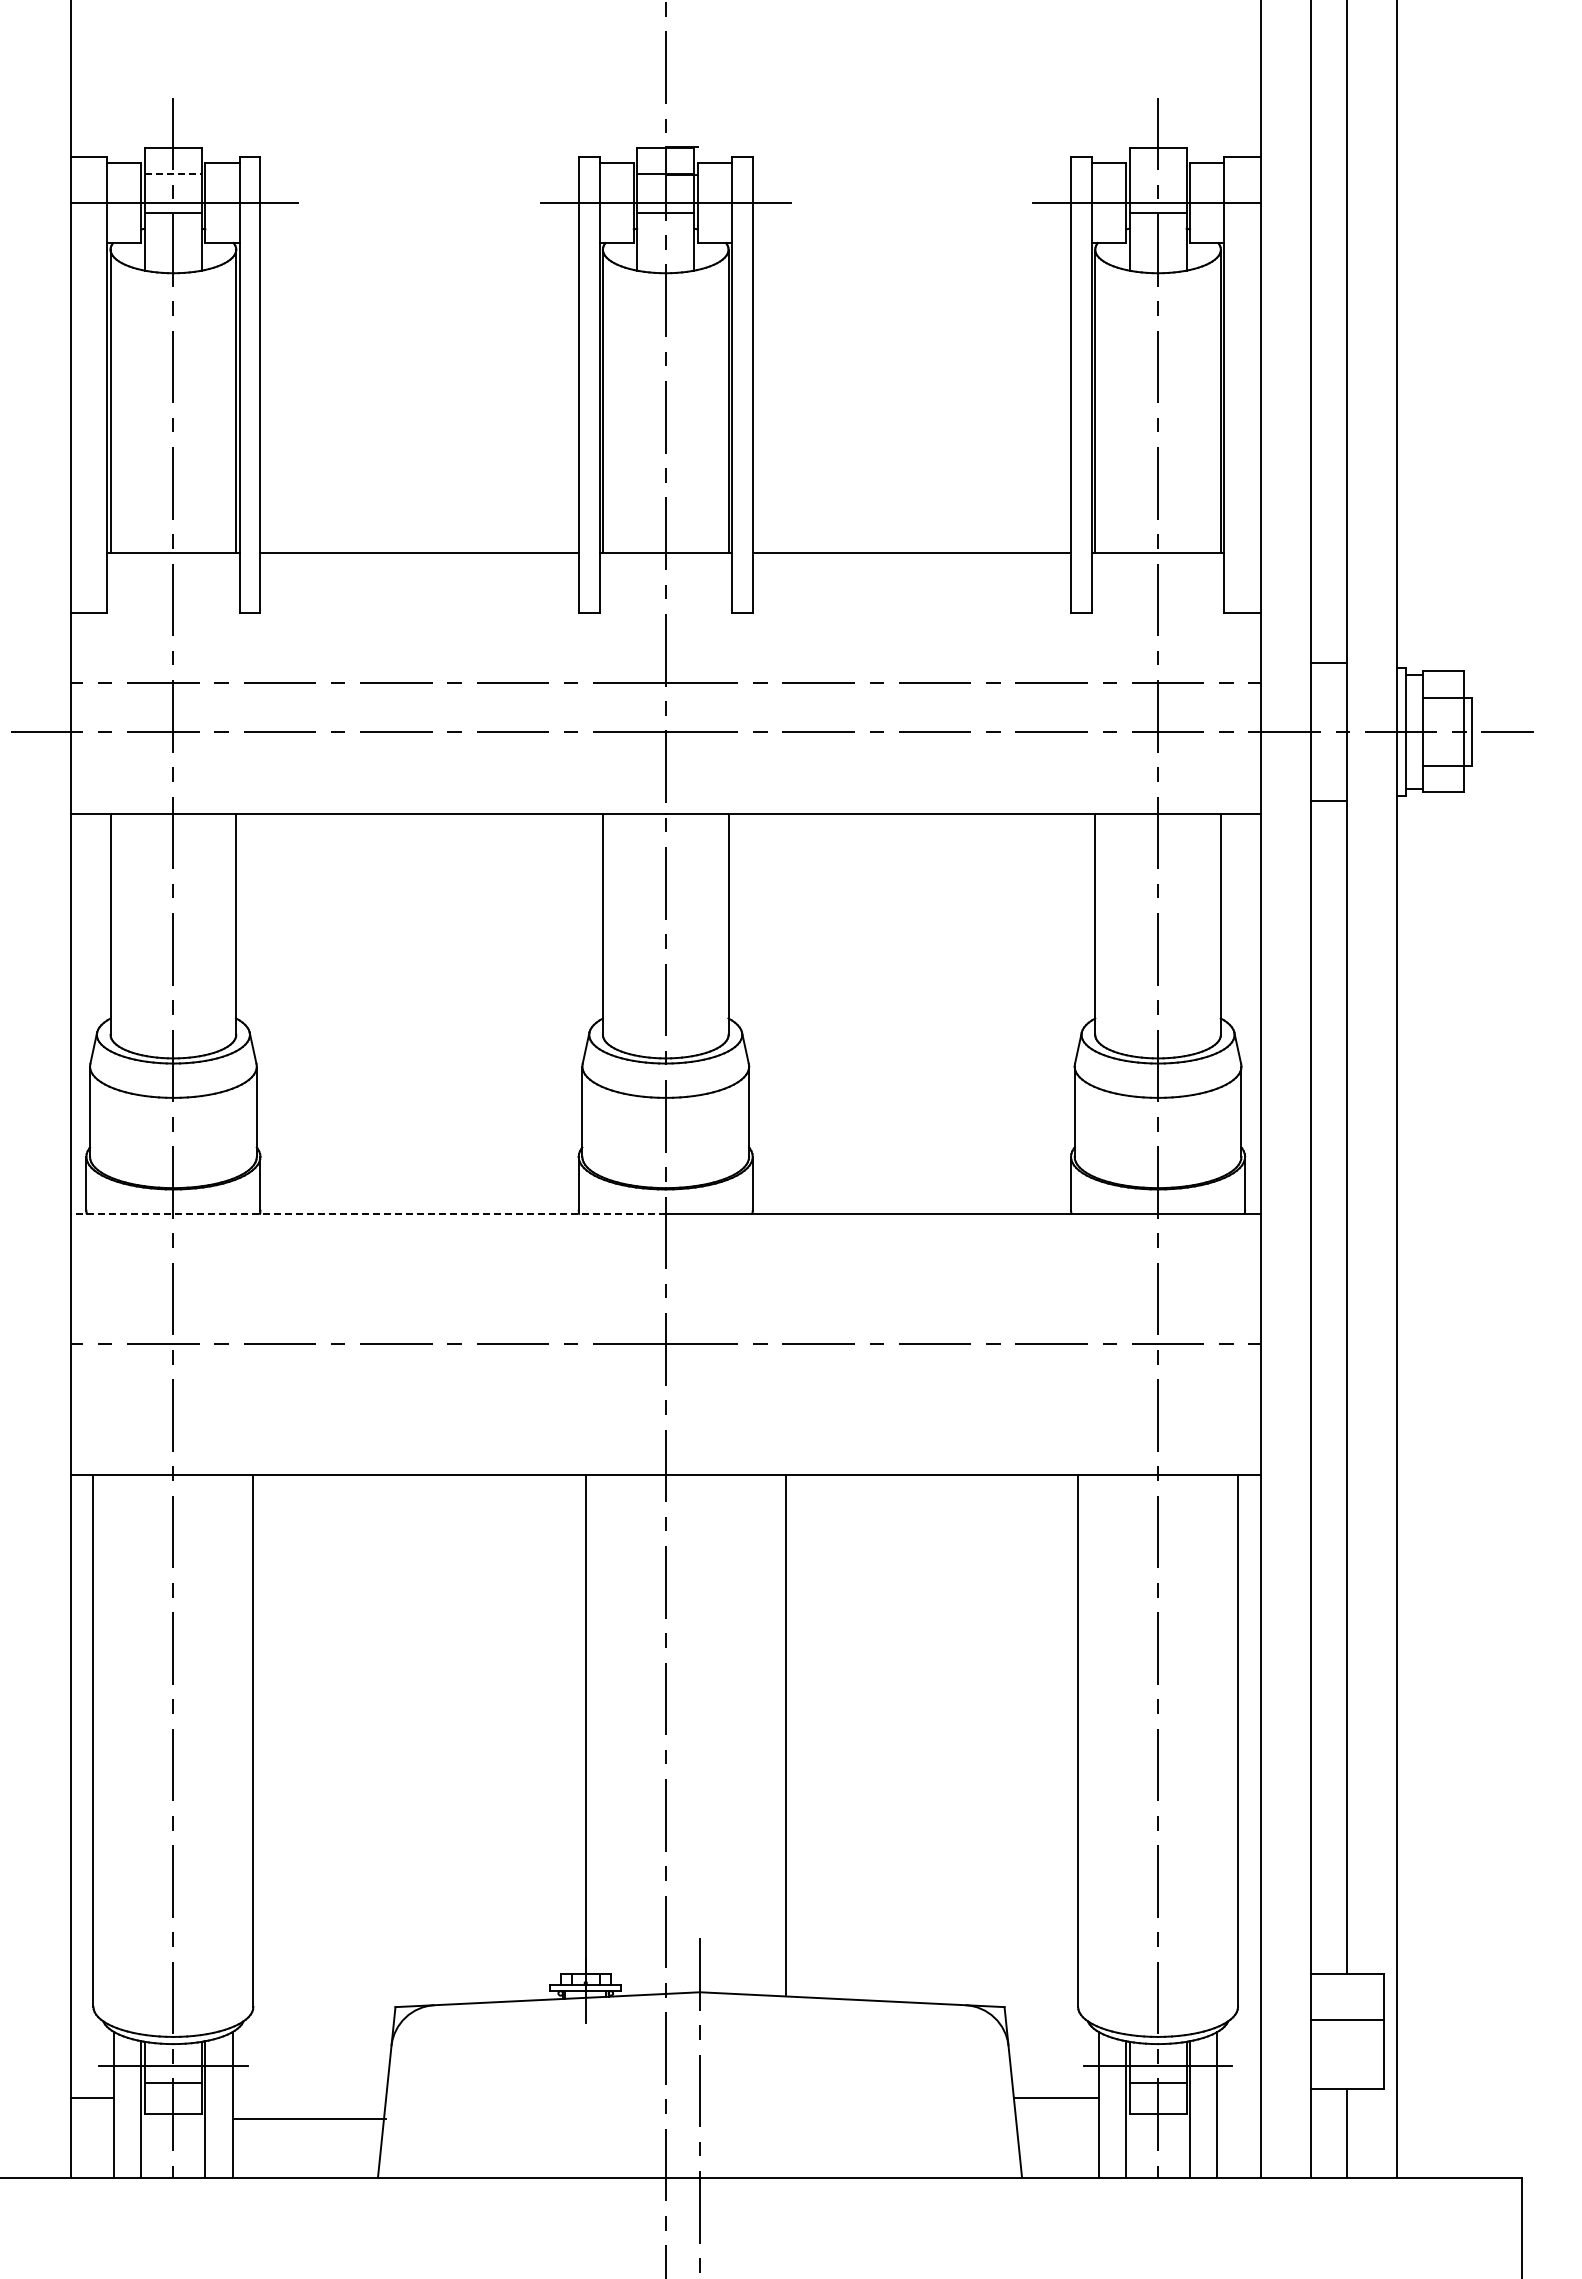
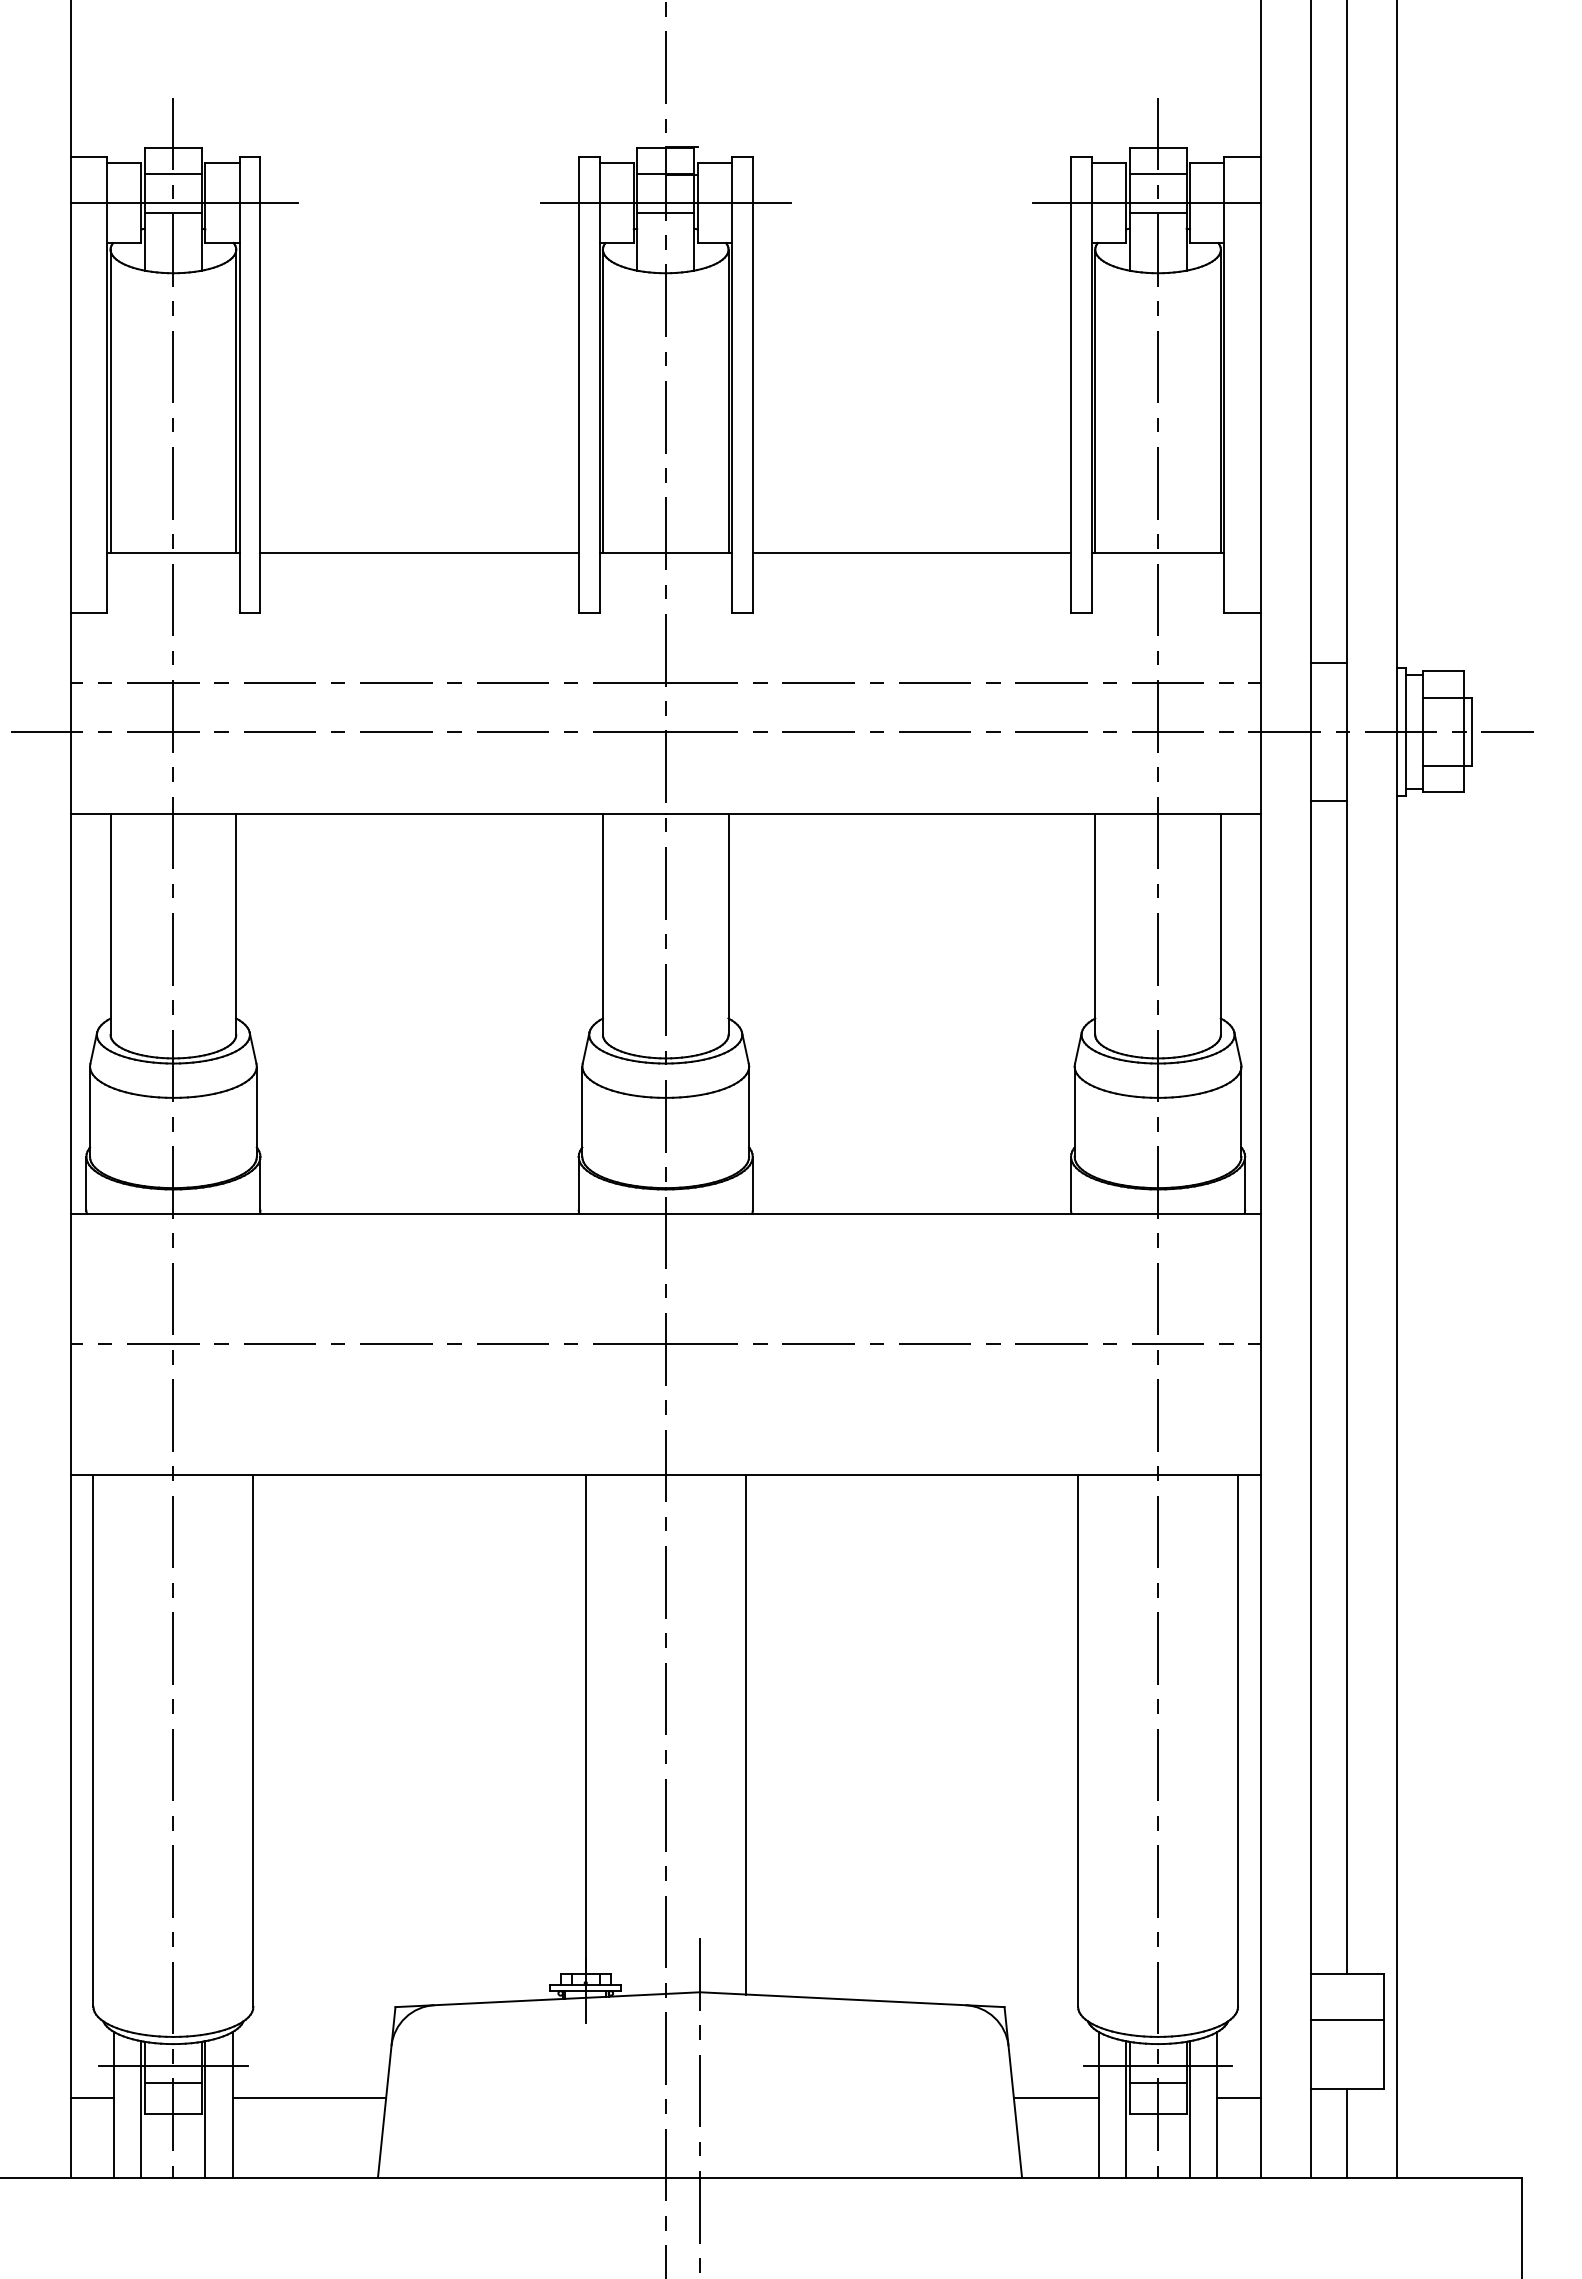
line at (173, 173): dashed -> solid
line at (1157, 173): none -> present
line at (368, 1213): dashed -> solid
line at (785, 1735) position: (785, 1735) -> (745, 1735)
line at (1238, 2098): none -> present
line at (309, 2119) position: (309, 2119) -> (309, 2098)
